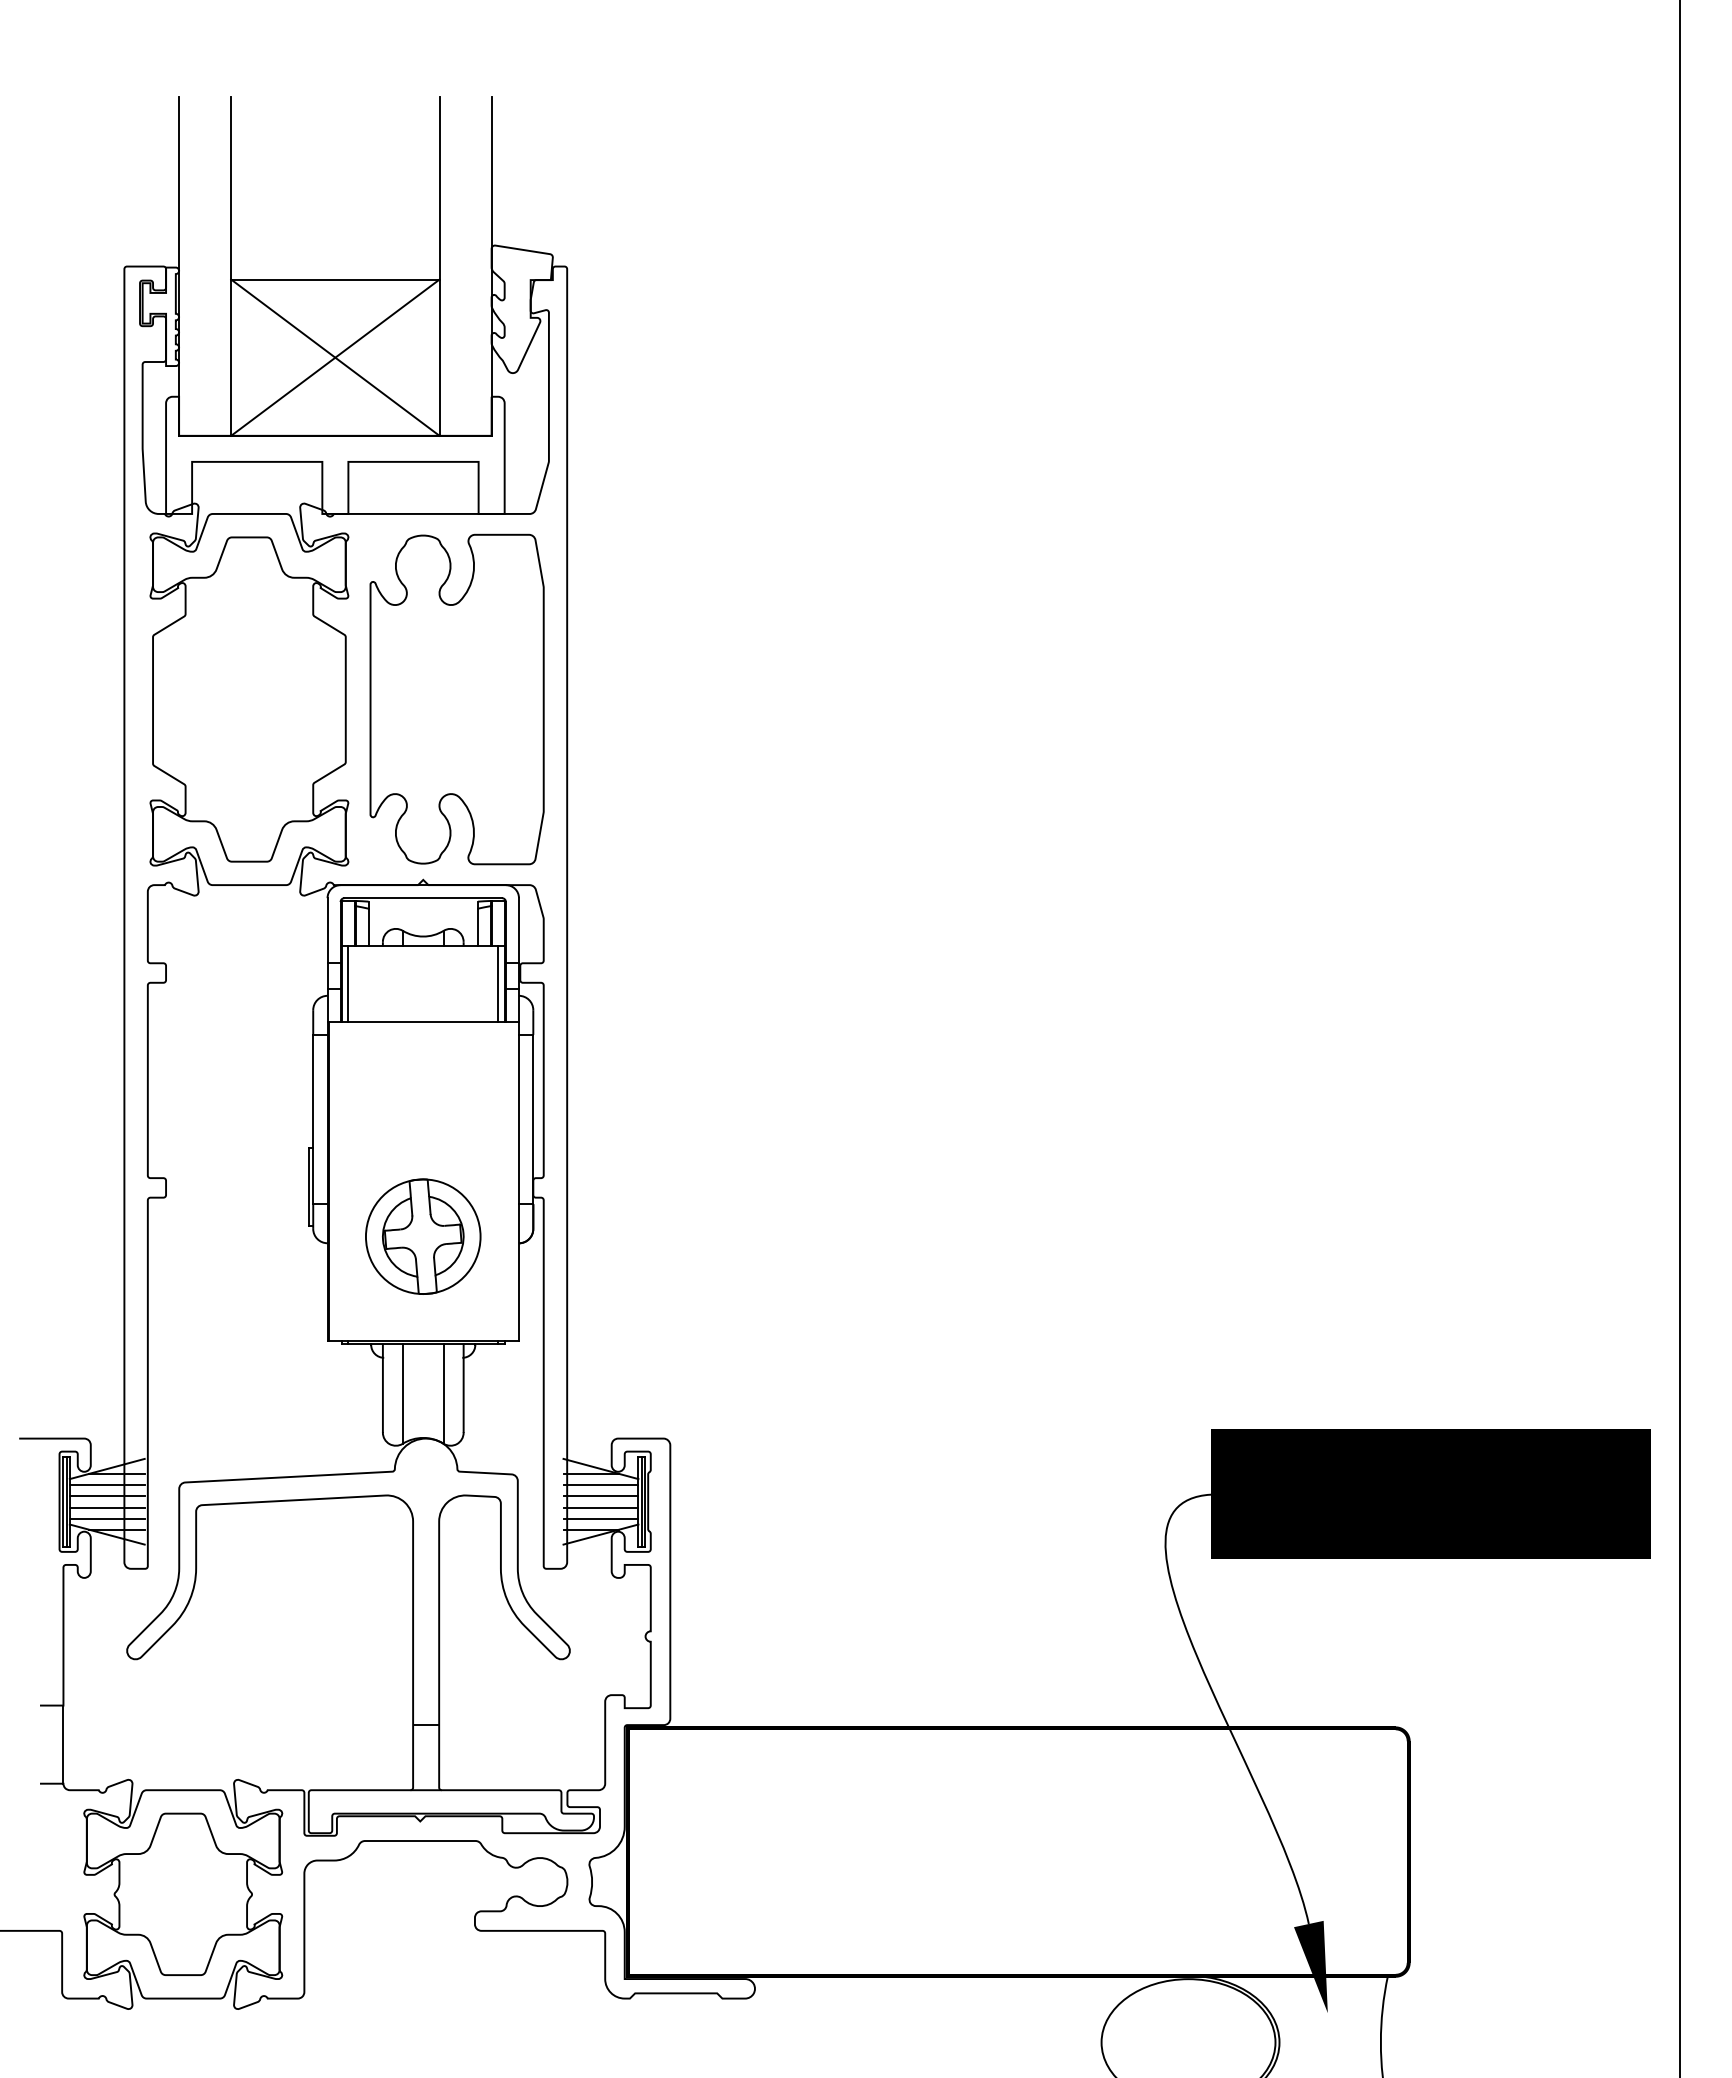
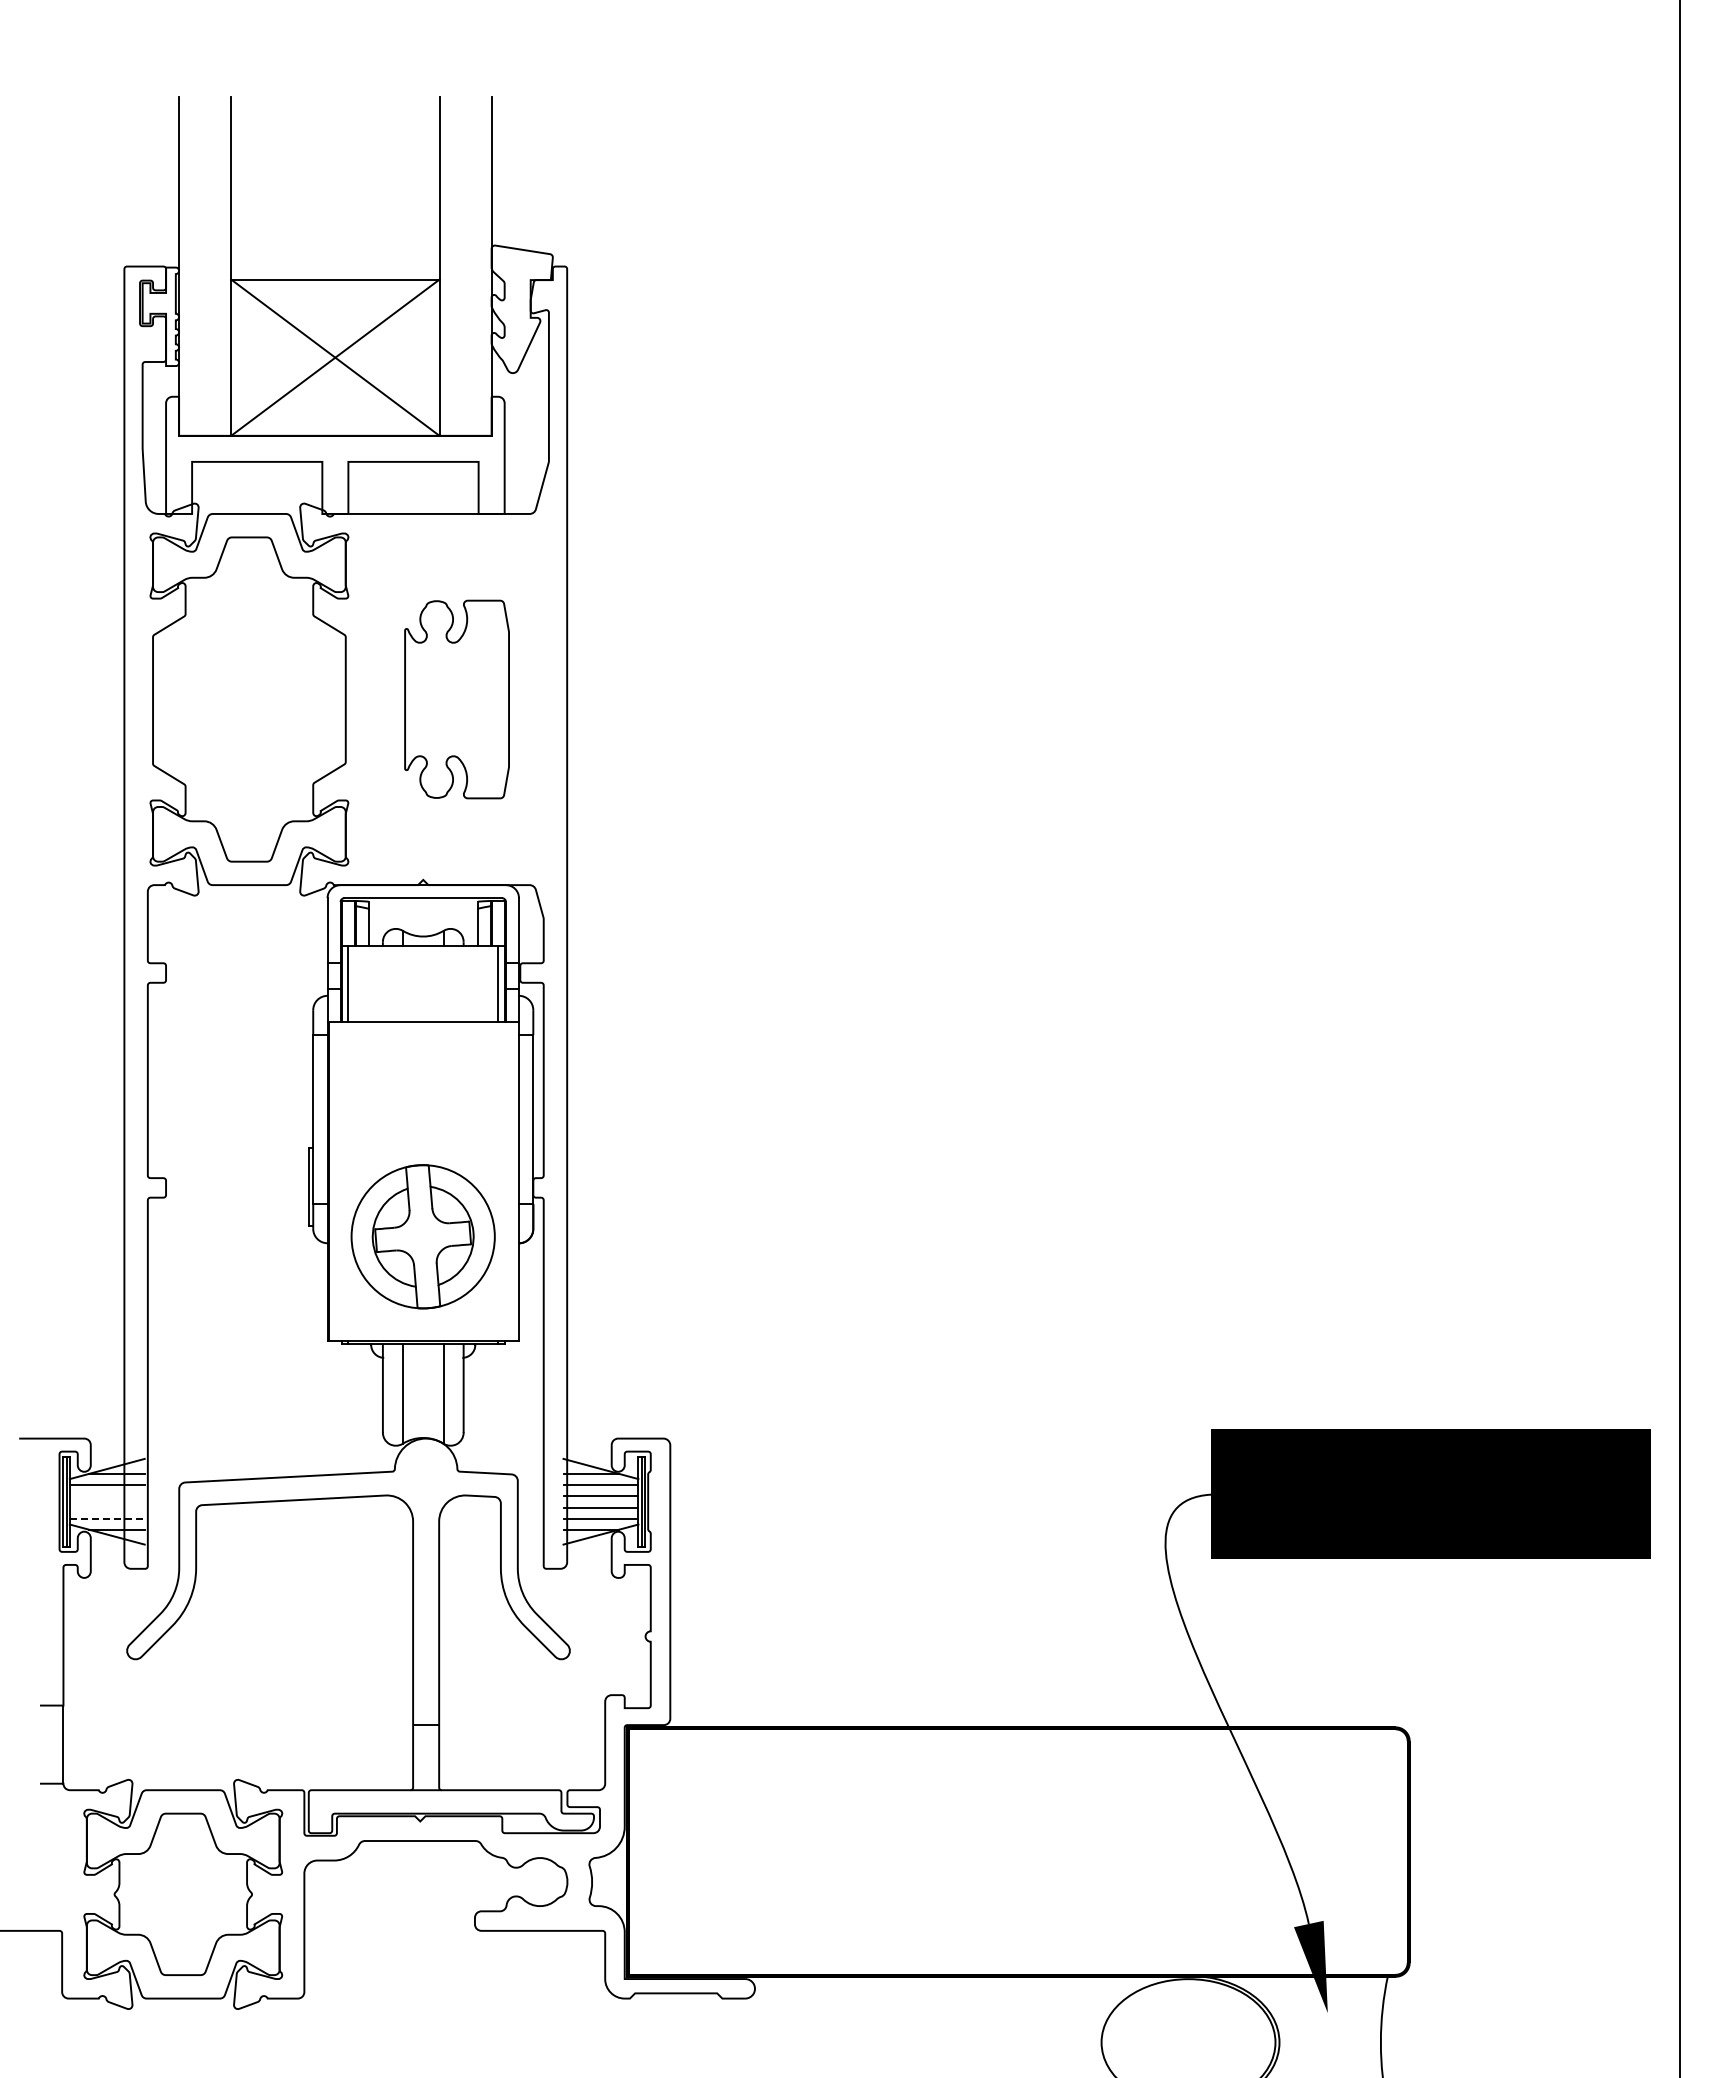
part at (456, 699) size: 176x333 px -> 106x201 px
part at (423, 1236) size: 117x117 px -> 146x146 px
line at (106, 1495): present -> none
line at (106, 1507): present -> none
line at (107, 1518): solid -> dashed
